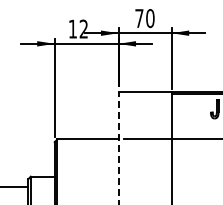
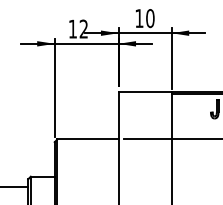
text at (139, 18): 70 -> 10
line at (118, 147): dashed -> solid
